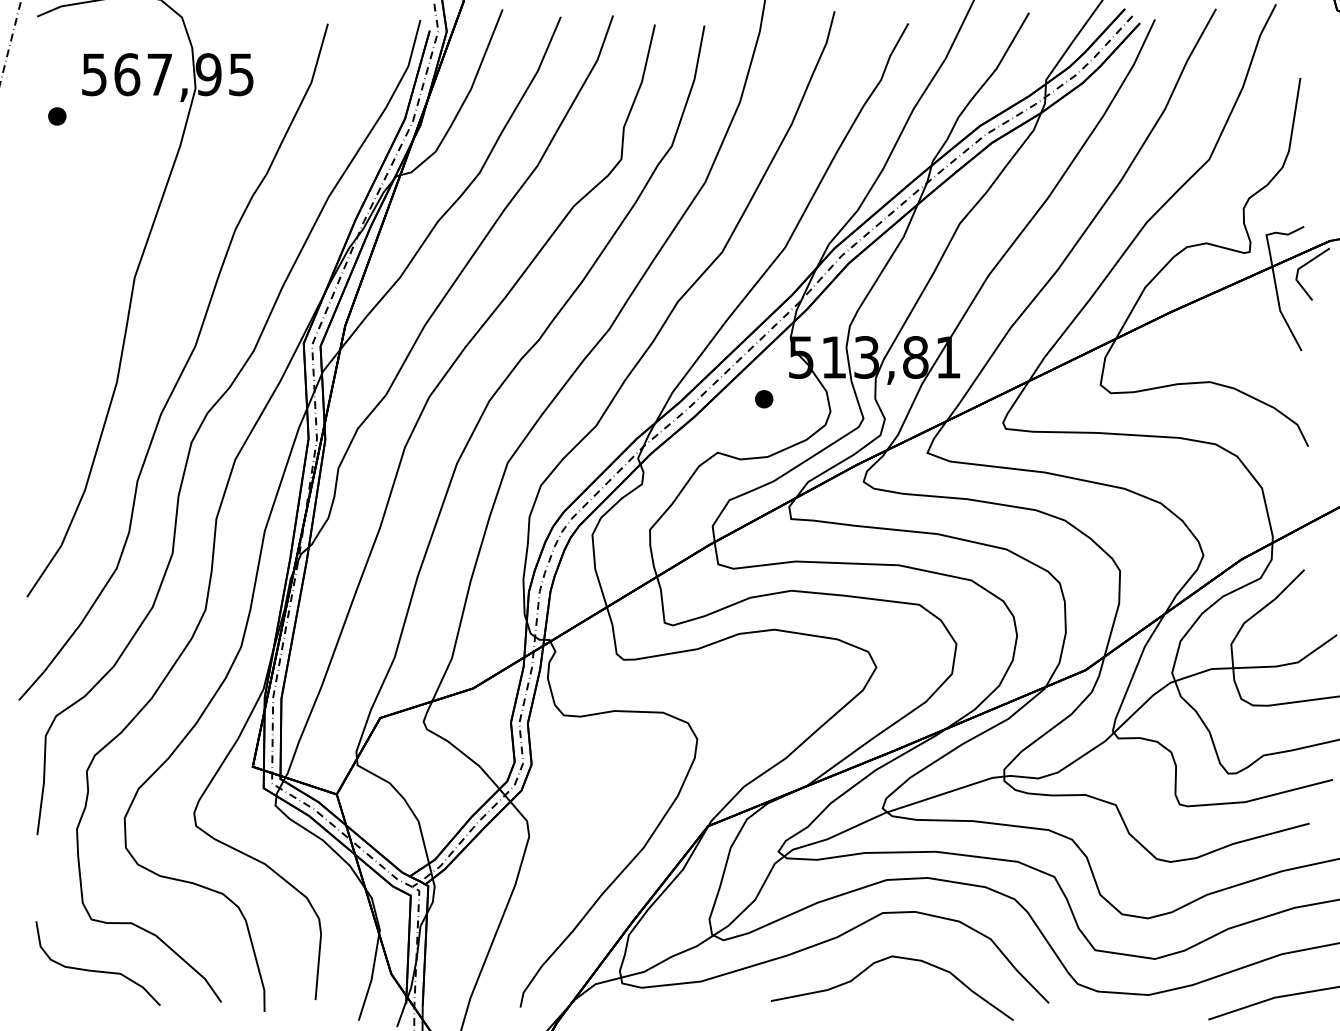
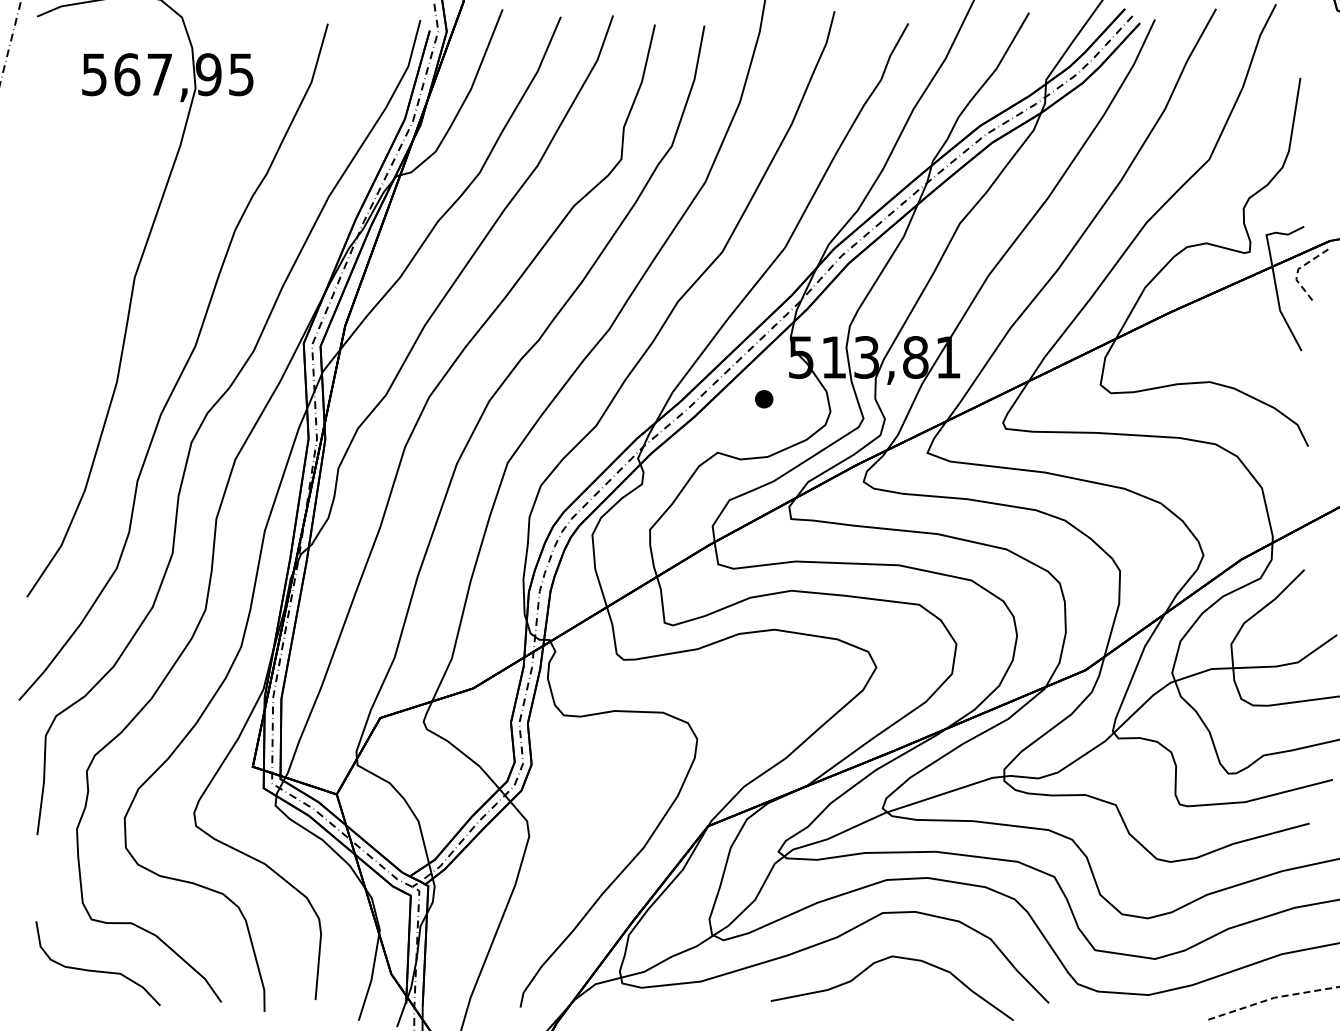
part at (57, 116): present -> none
line at (1298, 269): solid -> dashed
line at (1273, 998): solid -> dashed
